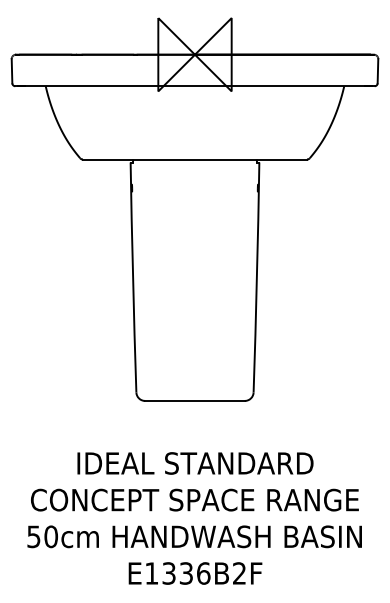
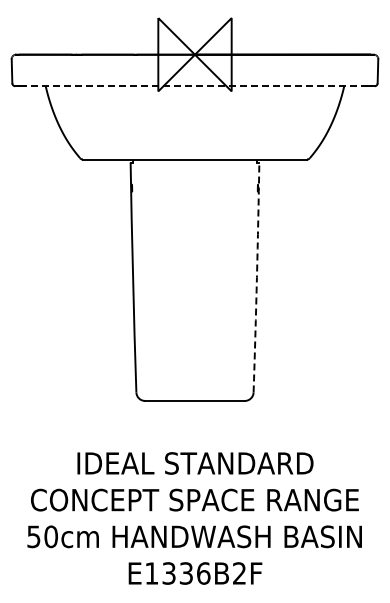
line at (195, 86): solid -> dashed
arc at (256, 277): solid -> dashed
